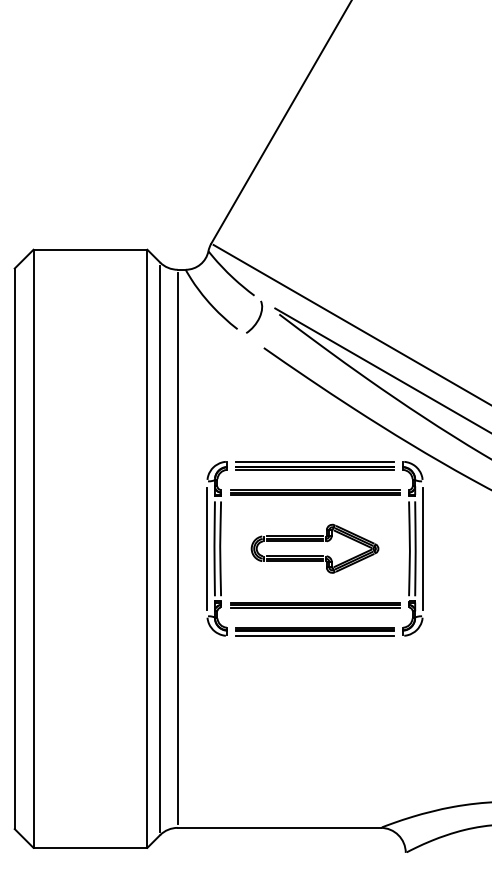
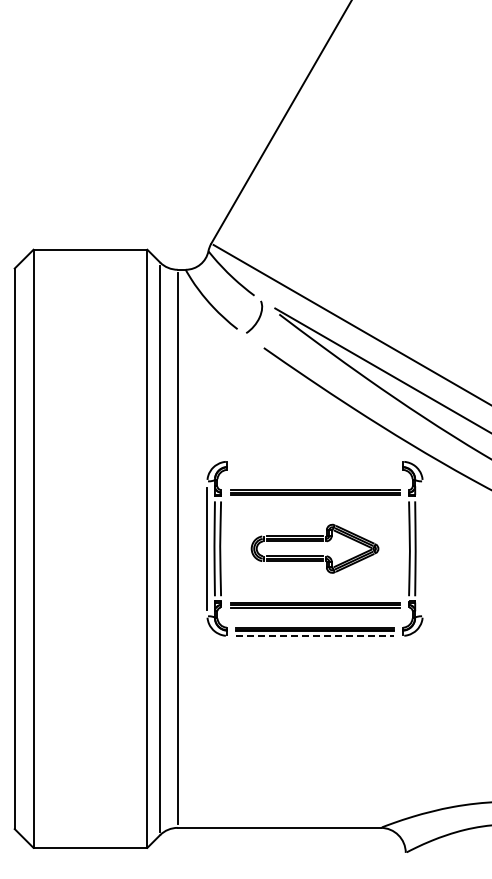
part at (314, 465): present -> none
line at (422, 548): present -> none
line at (315, 635): solid -> dashed
